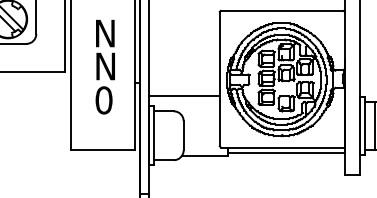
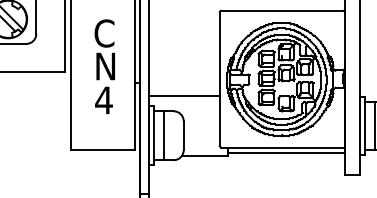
text at (104, 33): N -> C
text at (103, 100): 0 -> 4
line at (164, 135): none -> present
